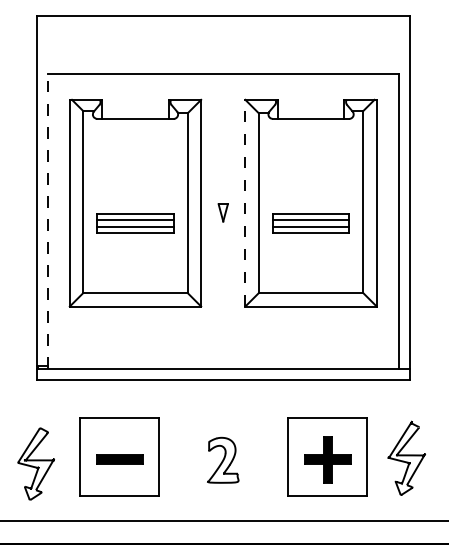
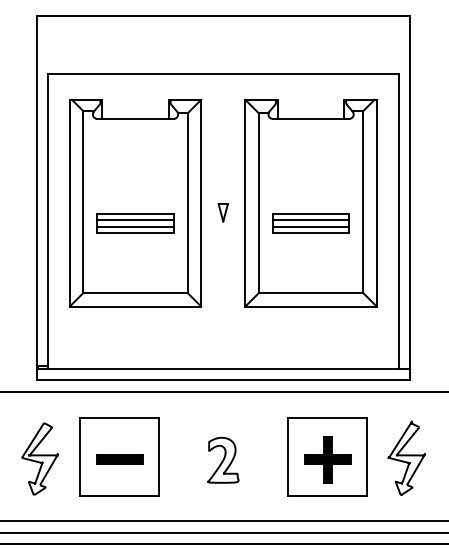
line at (245, 202): dashed -> solid
line at (47, 221): dashed -> solid
line at (223, 392): none -> present
part at (35, 463) position: (35, 463) -> (39, 458)
line at (223, 532): none -> present
